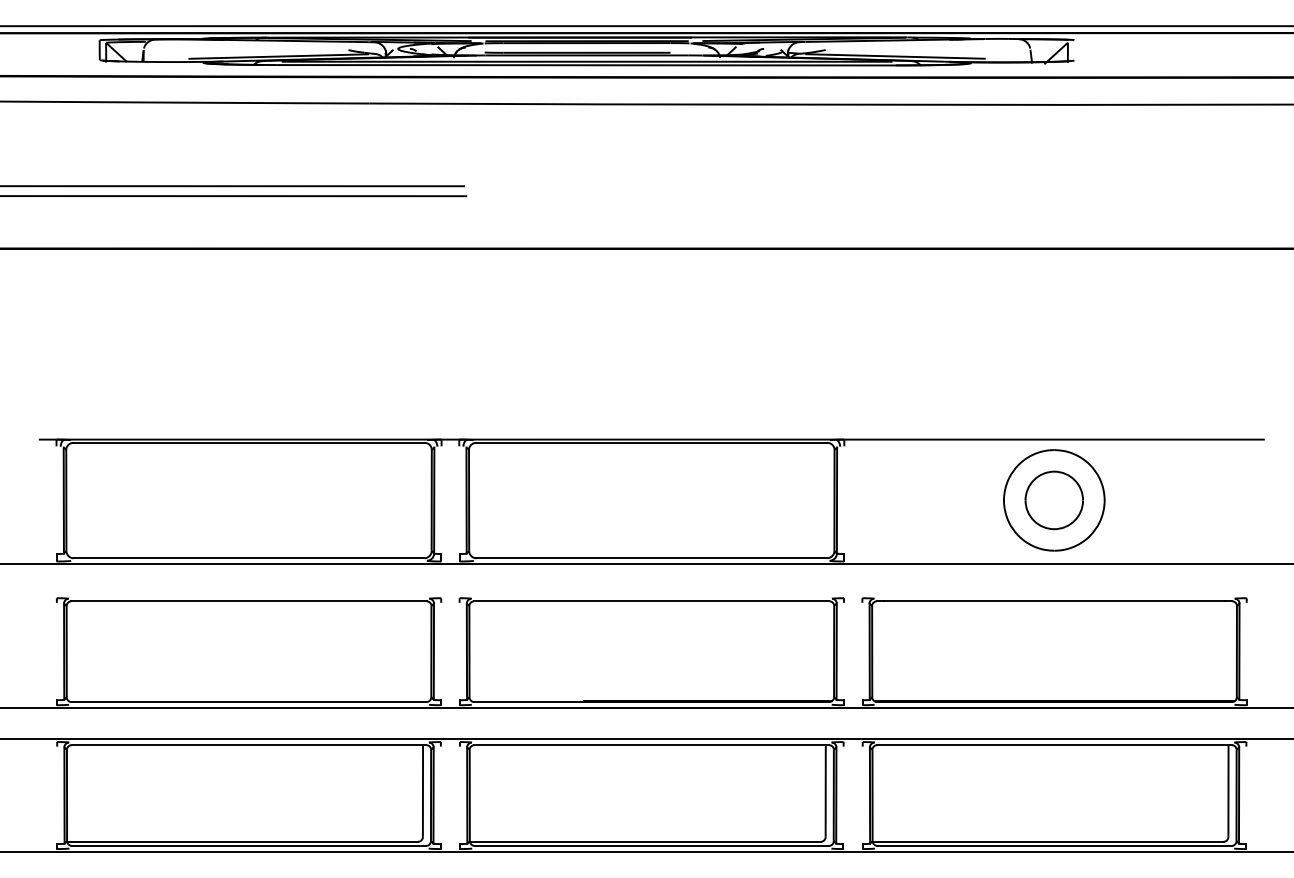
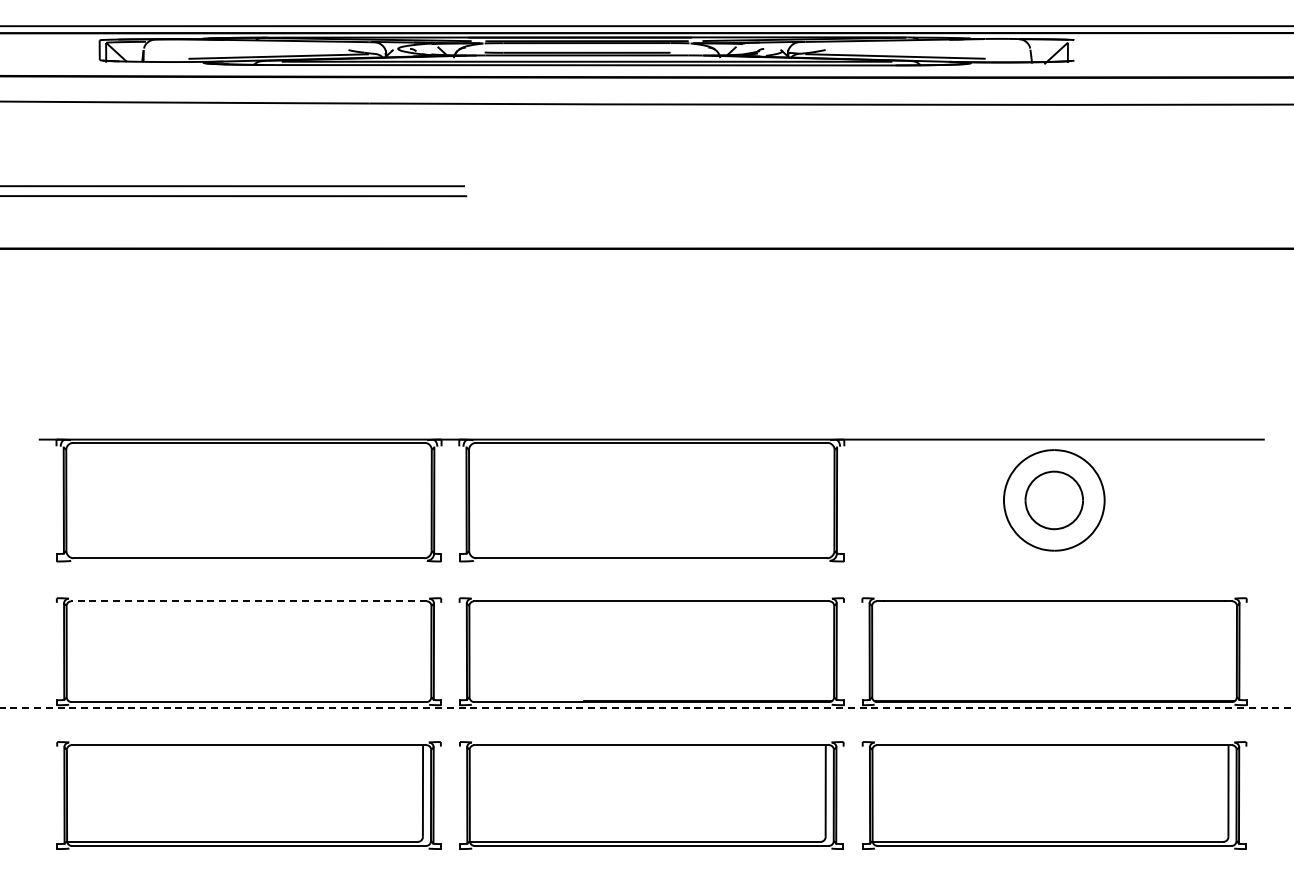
line at (646, 564): present -> none
line at (249, 601): solid -> dashed
line at (647, 707): solid -> dashed
line at (646, 739): present -> none
line at (646, 851): present -> none
